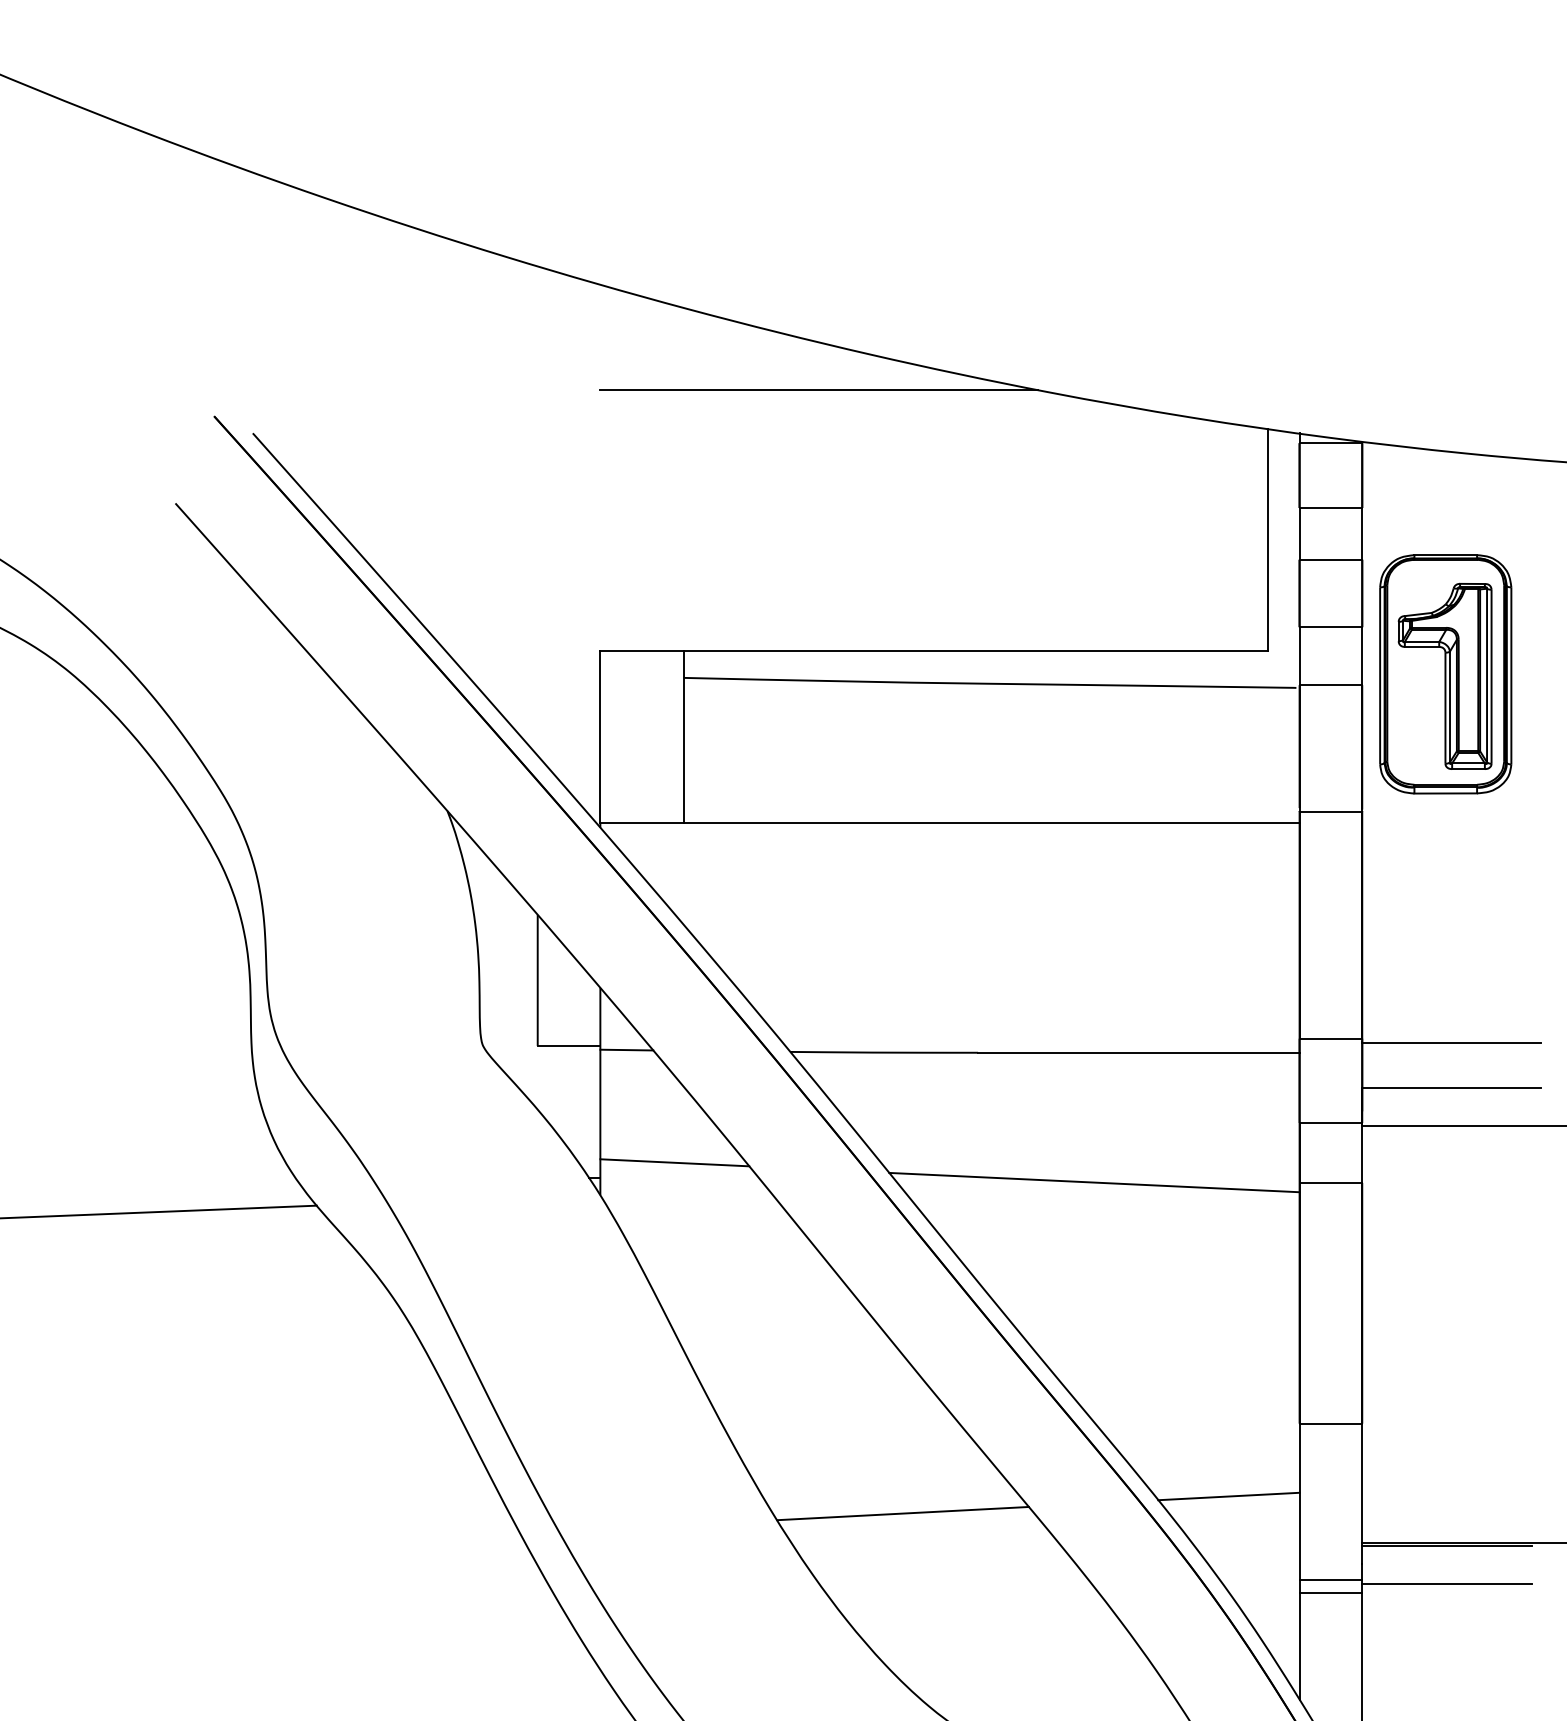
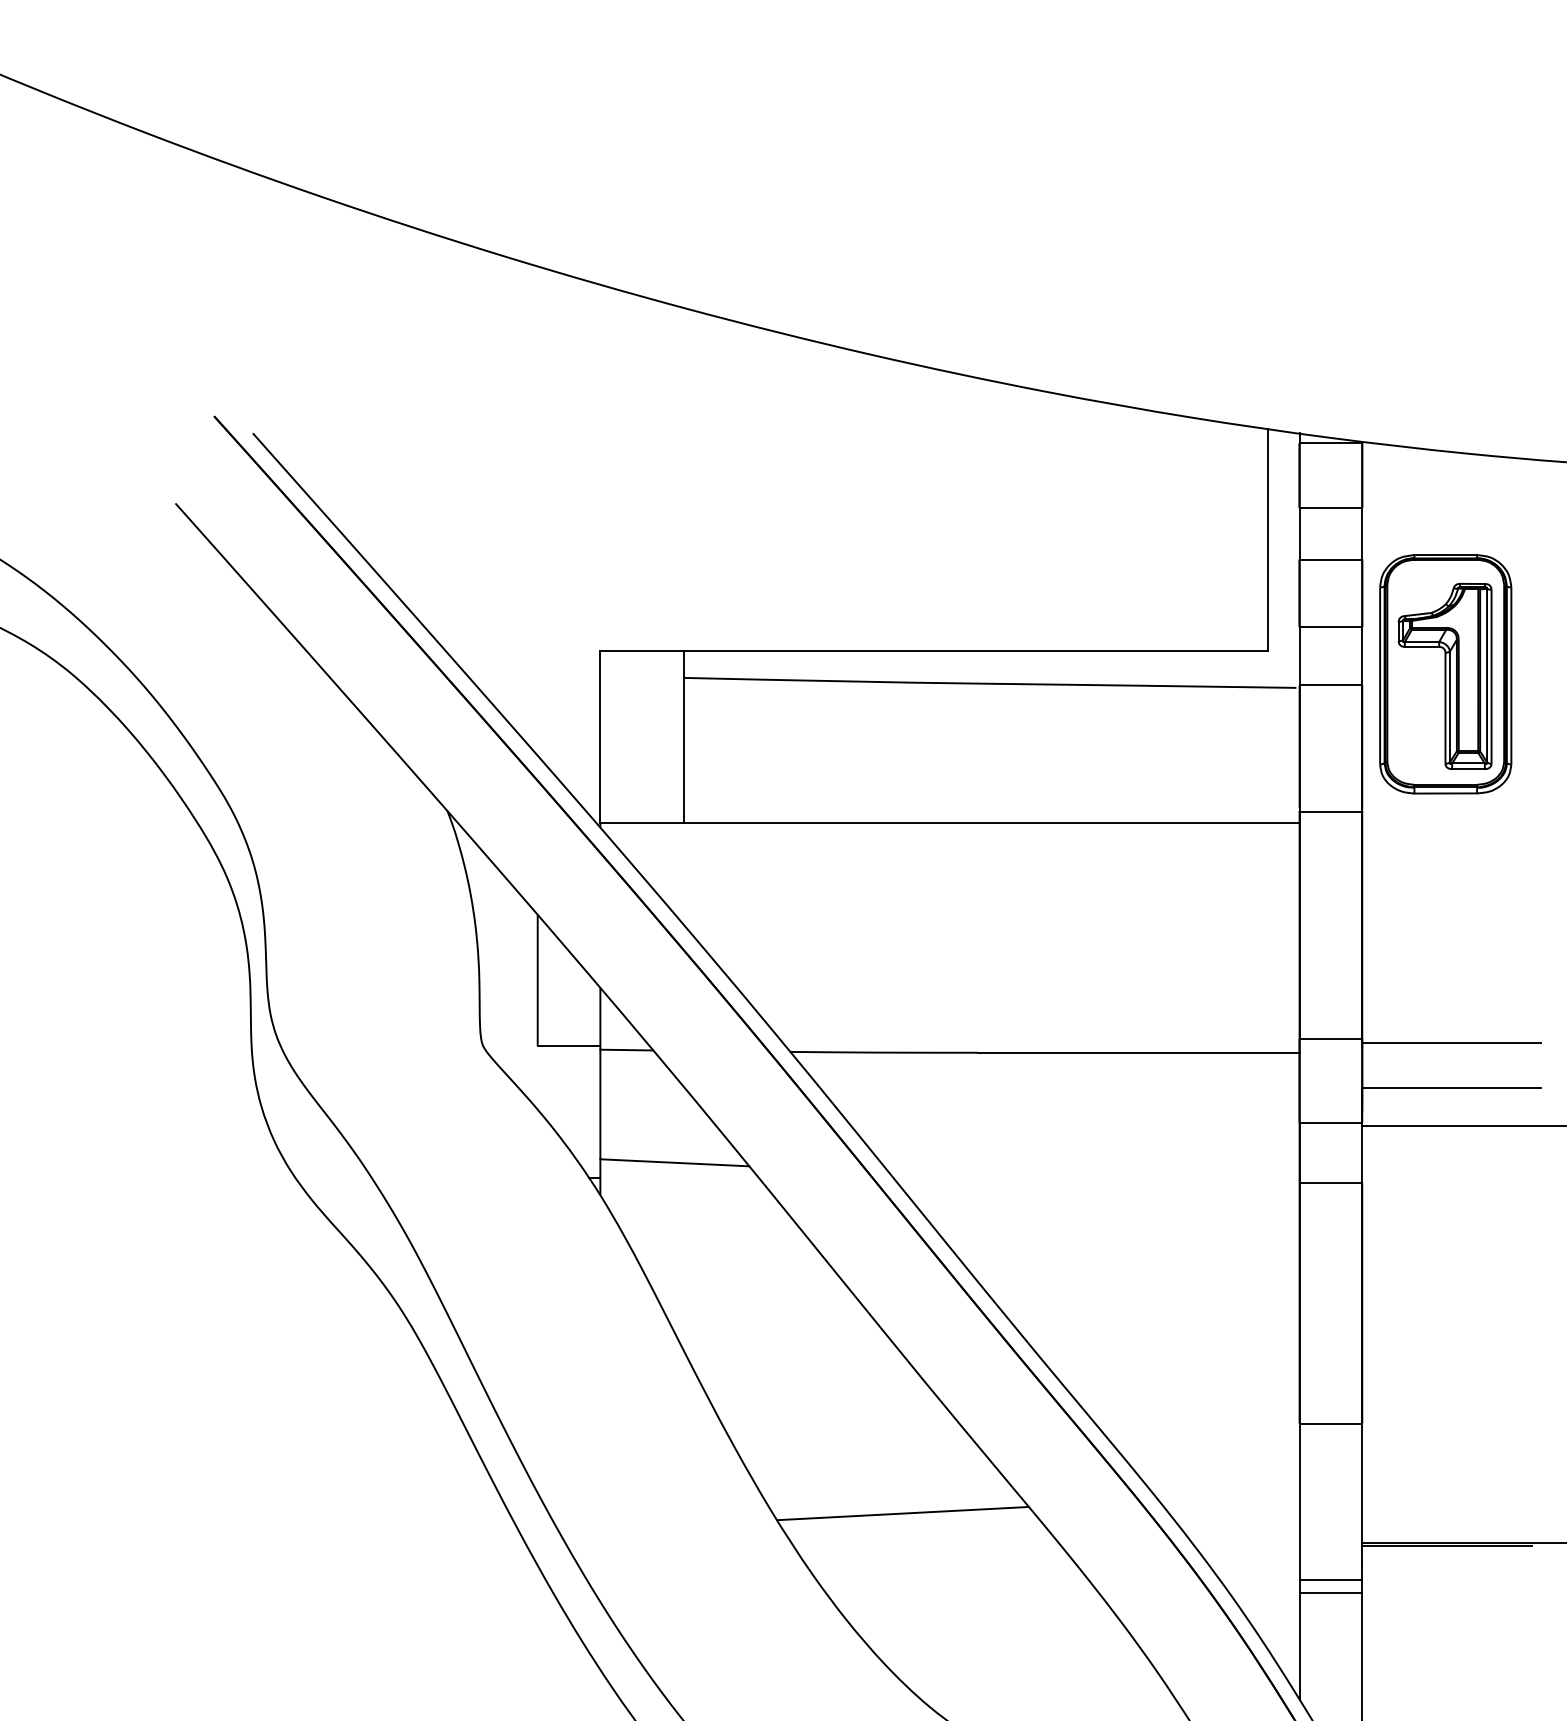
line at (819, 390): present -> none
line at (1094, 1182): present -> none
line at (159, 1211): present -> none
line at (1228, 1496): present -> none
line at (1447, 1584): present -> none
